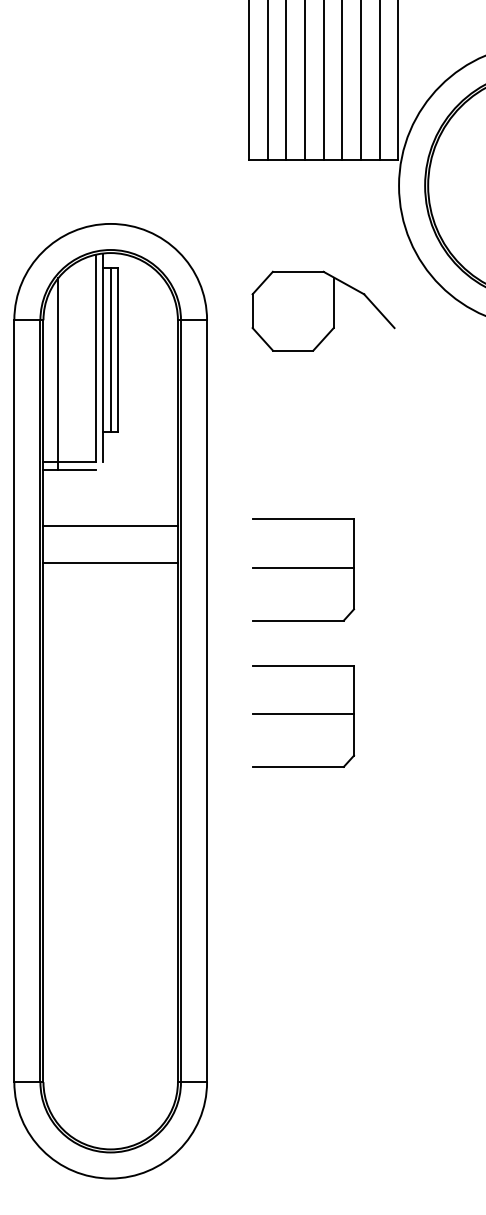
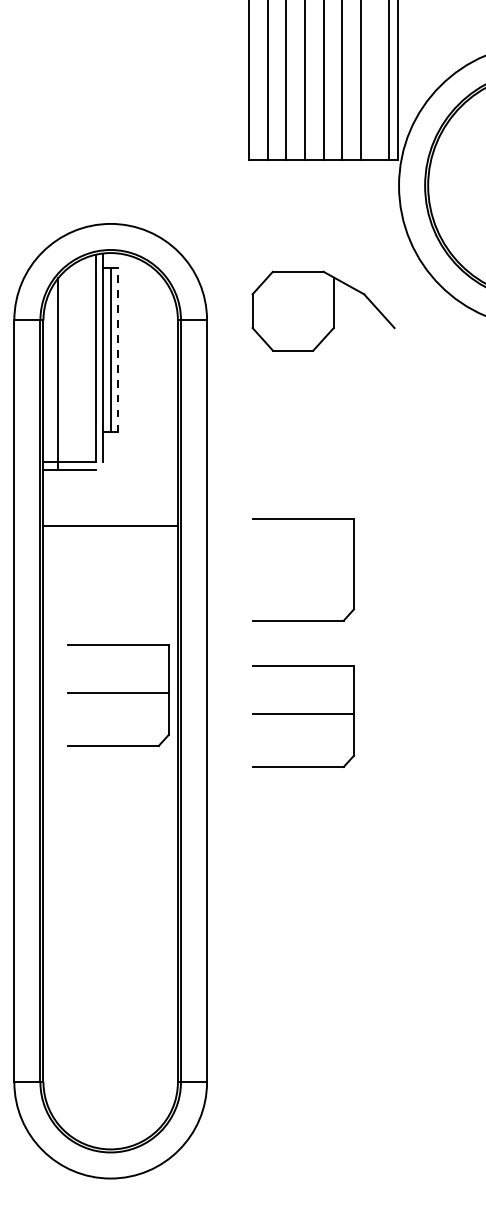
line at (379, 80) position: (379, 80) -> (388, 80)
line at (118, 349): solid -> dashed
line at (110, 563): present -> none
line at (303, 568): present -> none
part at (118, 695): none -> present
